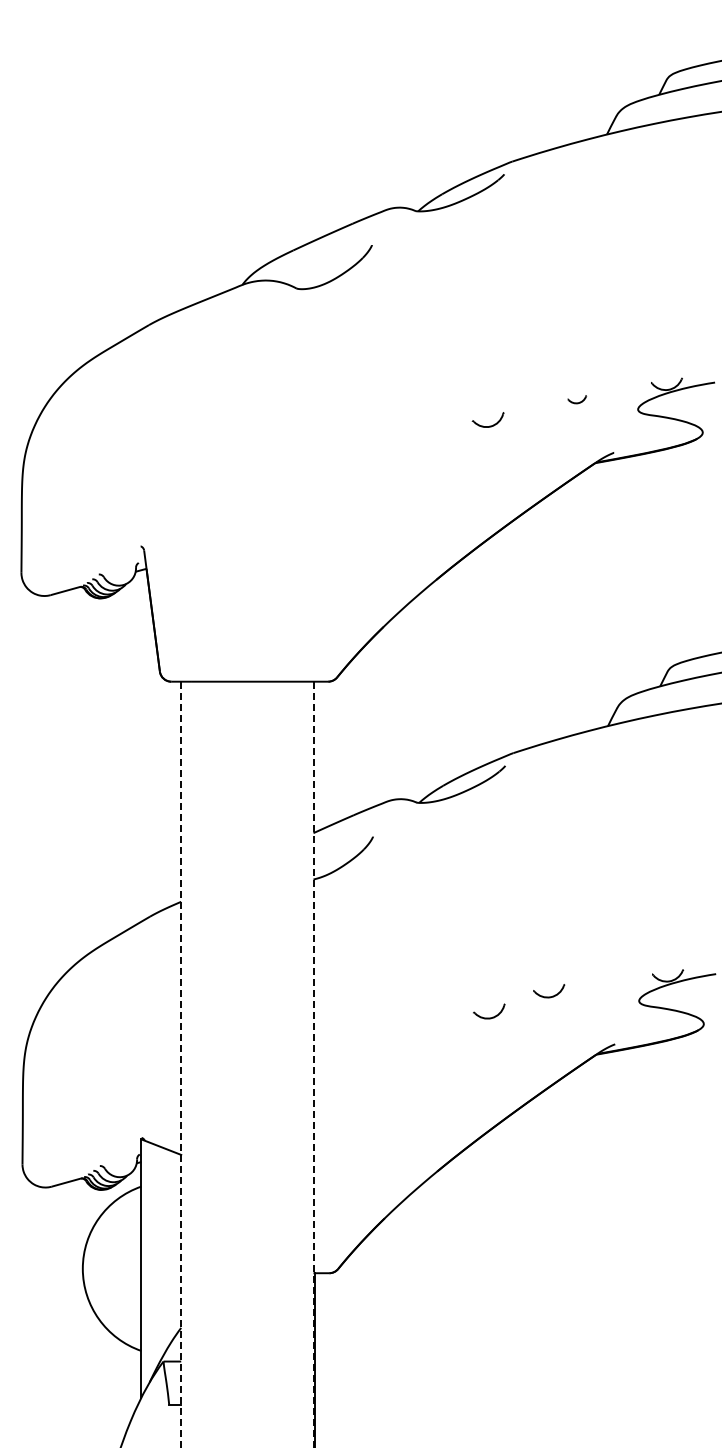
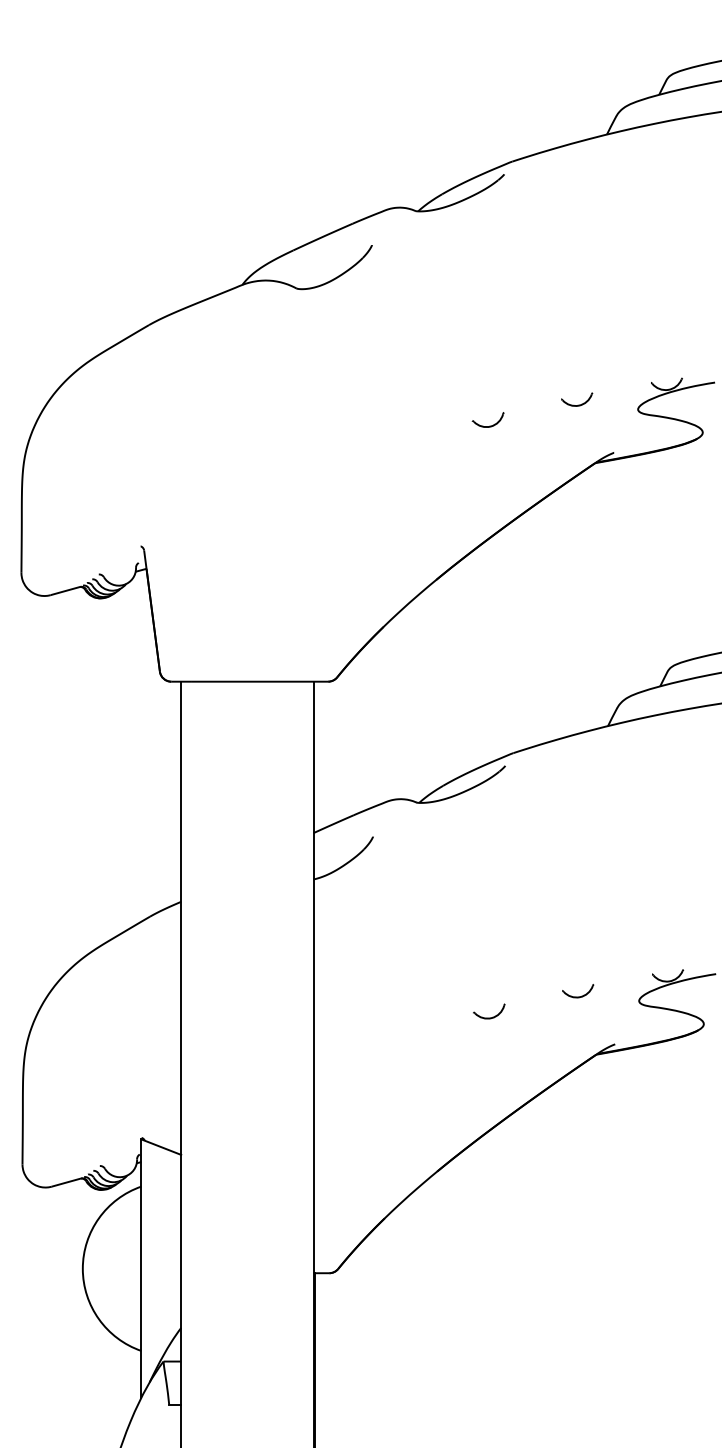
part at (577, 399) size: 21x10 px -> 33x15 px
part at (549, 991) position: (549, 991) -> (578, 991)
line at (181, 1064): dashed -> solid
line at (313, 1064): dashed -> solid
